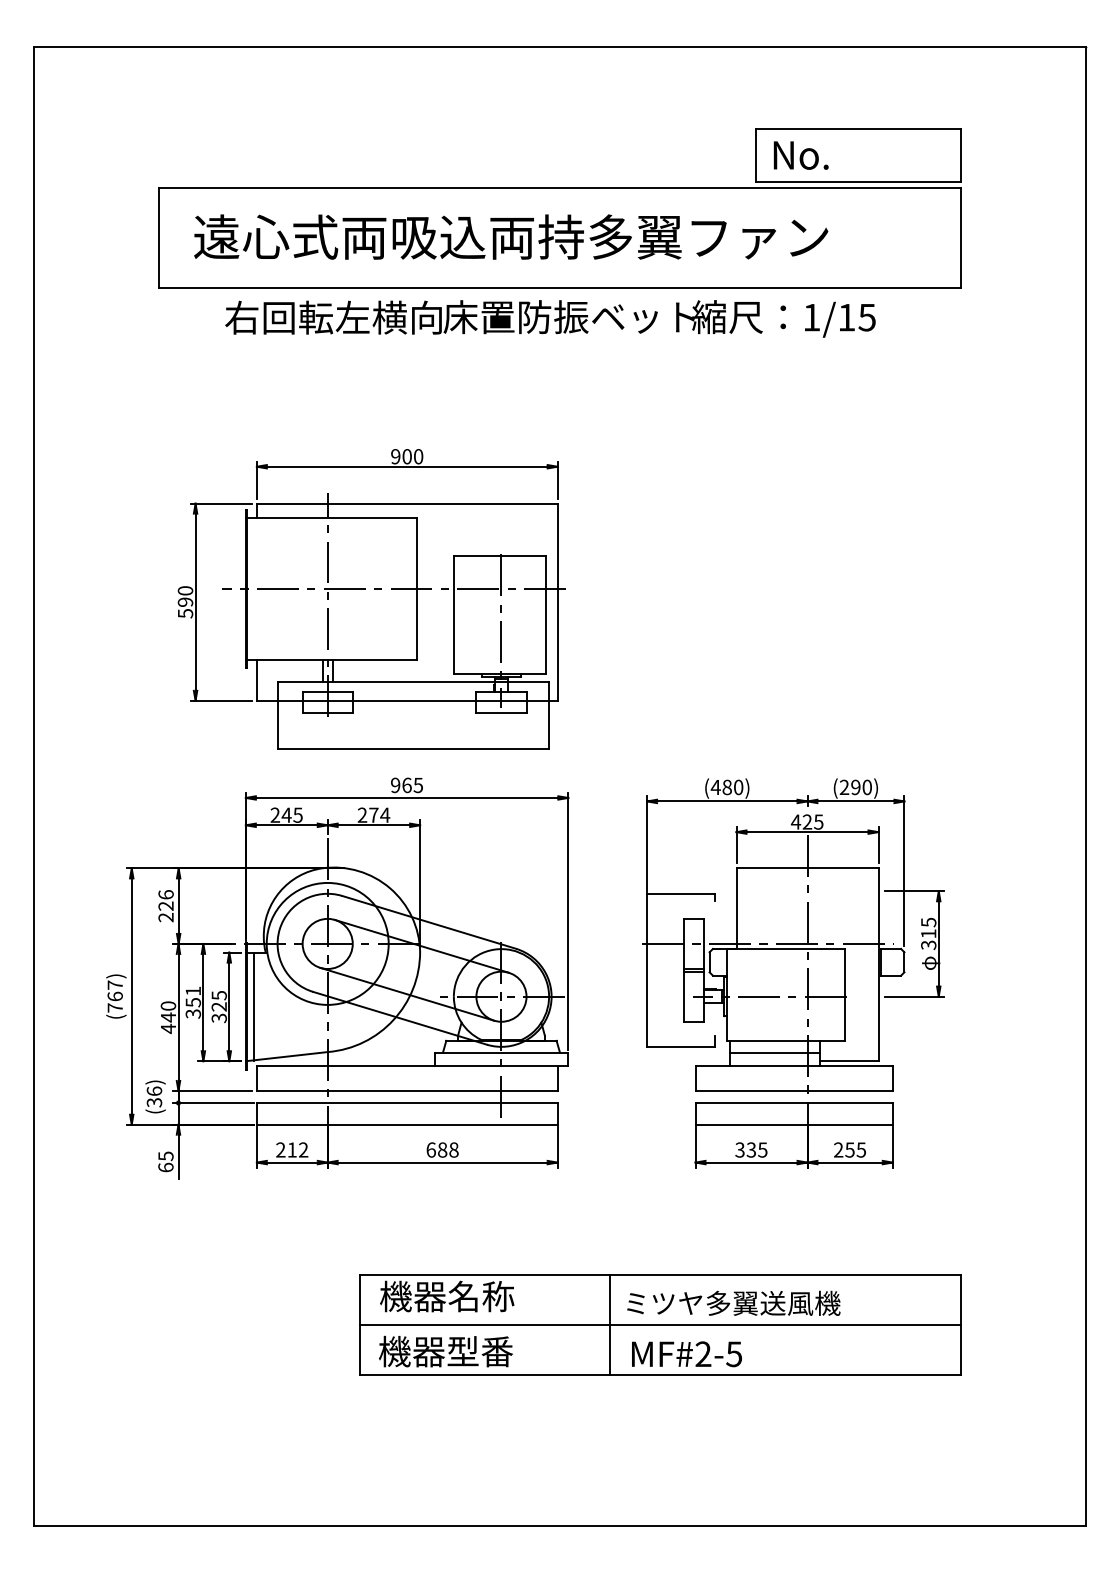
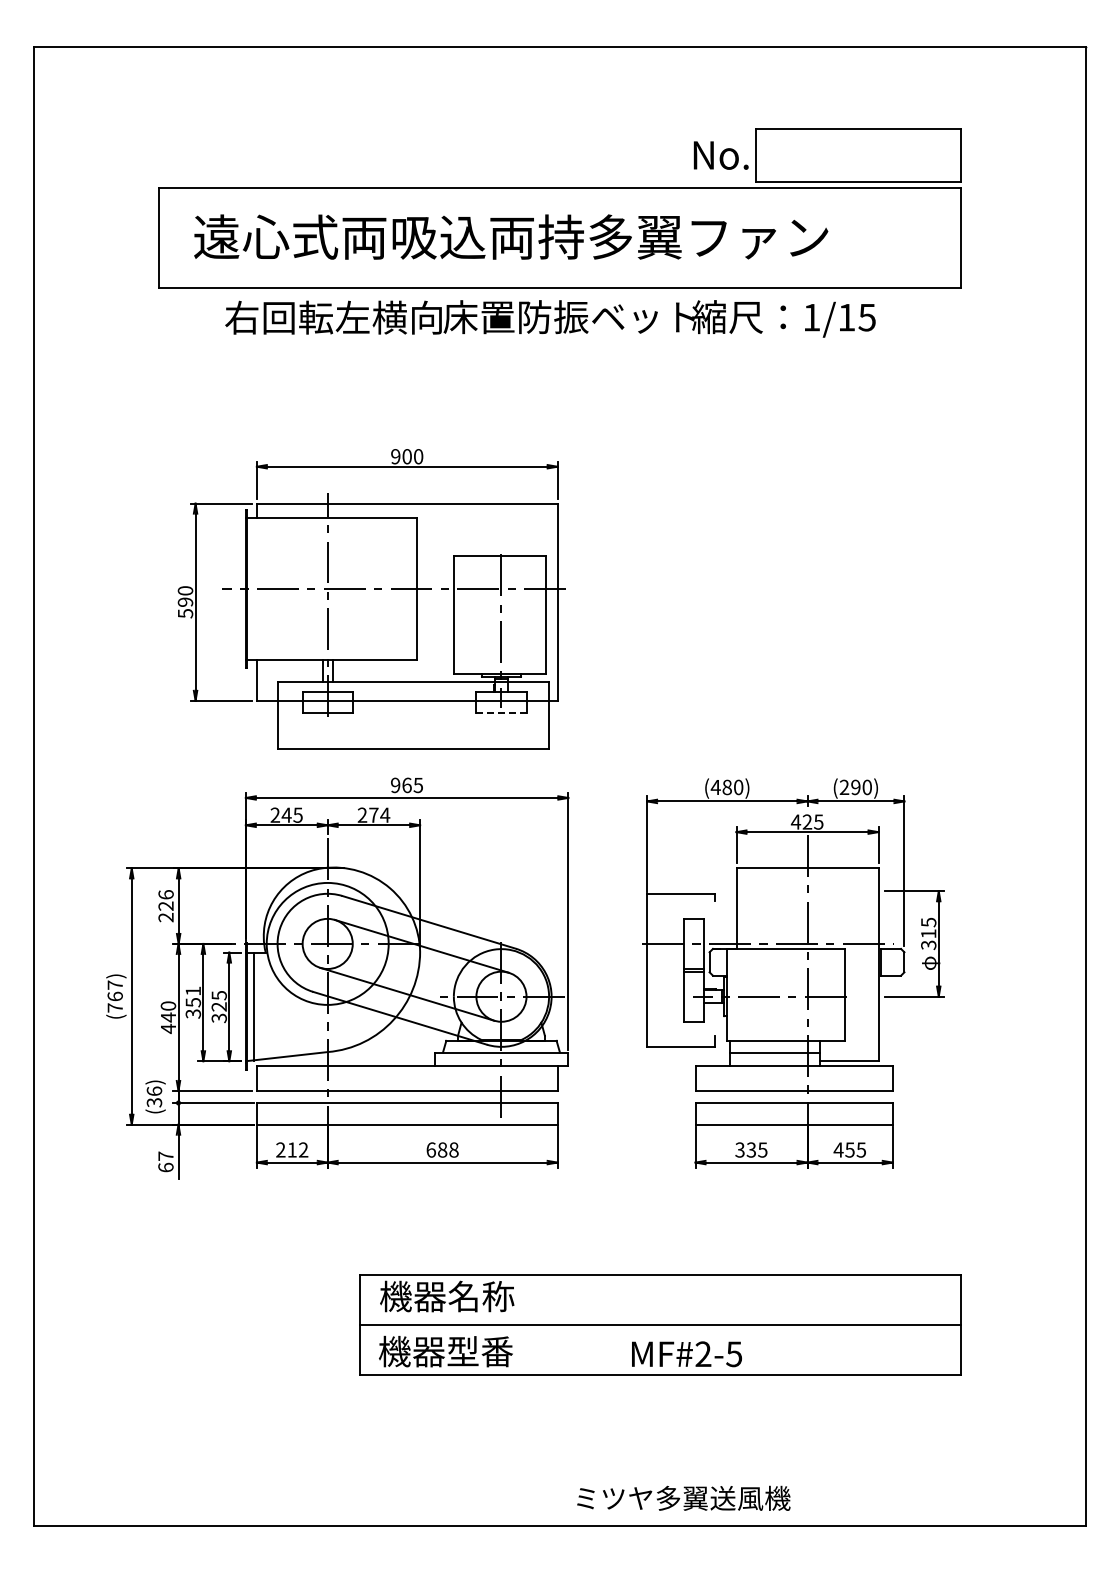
text at (800, 155) position: (800, 155) -> (720, 155)
line at (500, 712): solid -> dashed
text at (838, 1149): 255 -> 455
text at (165, 1156): 65 -> 67
text at (733, 1302) position: (733, 1302) -> (683, 1497)
line at (610, 1325): present -> none
